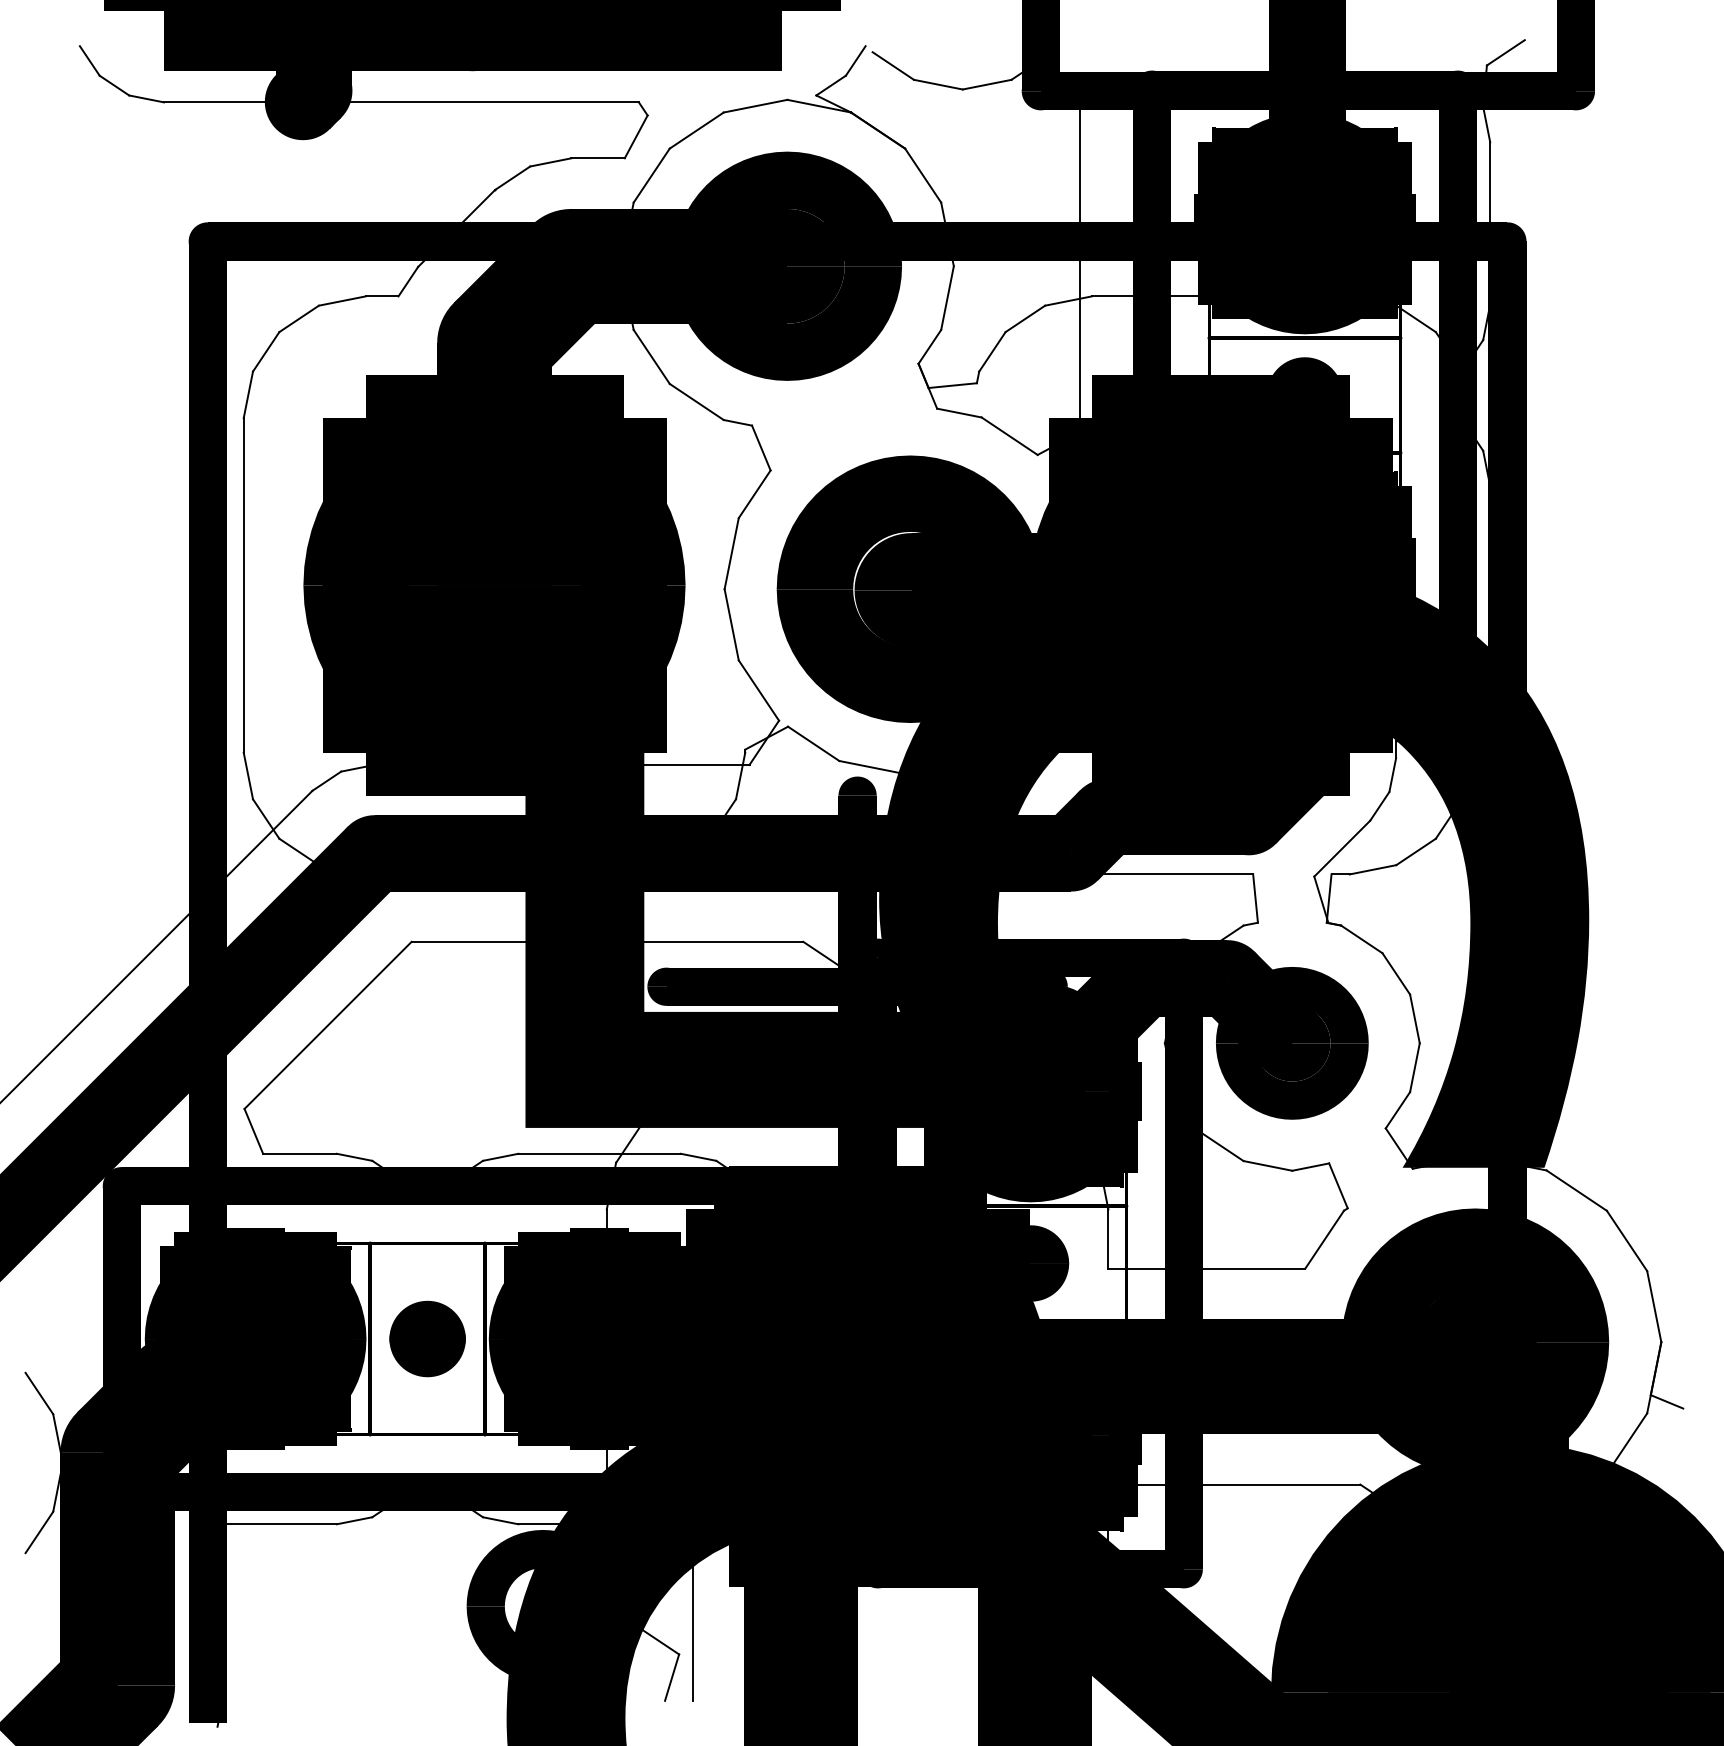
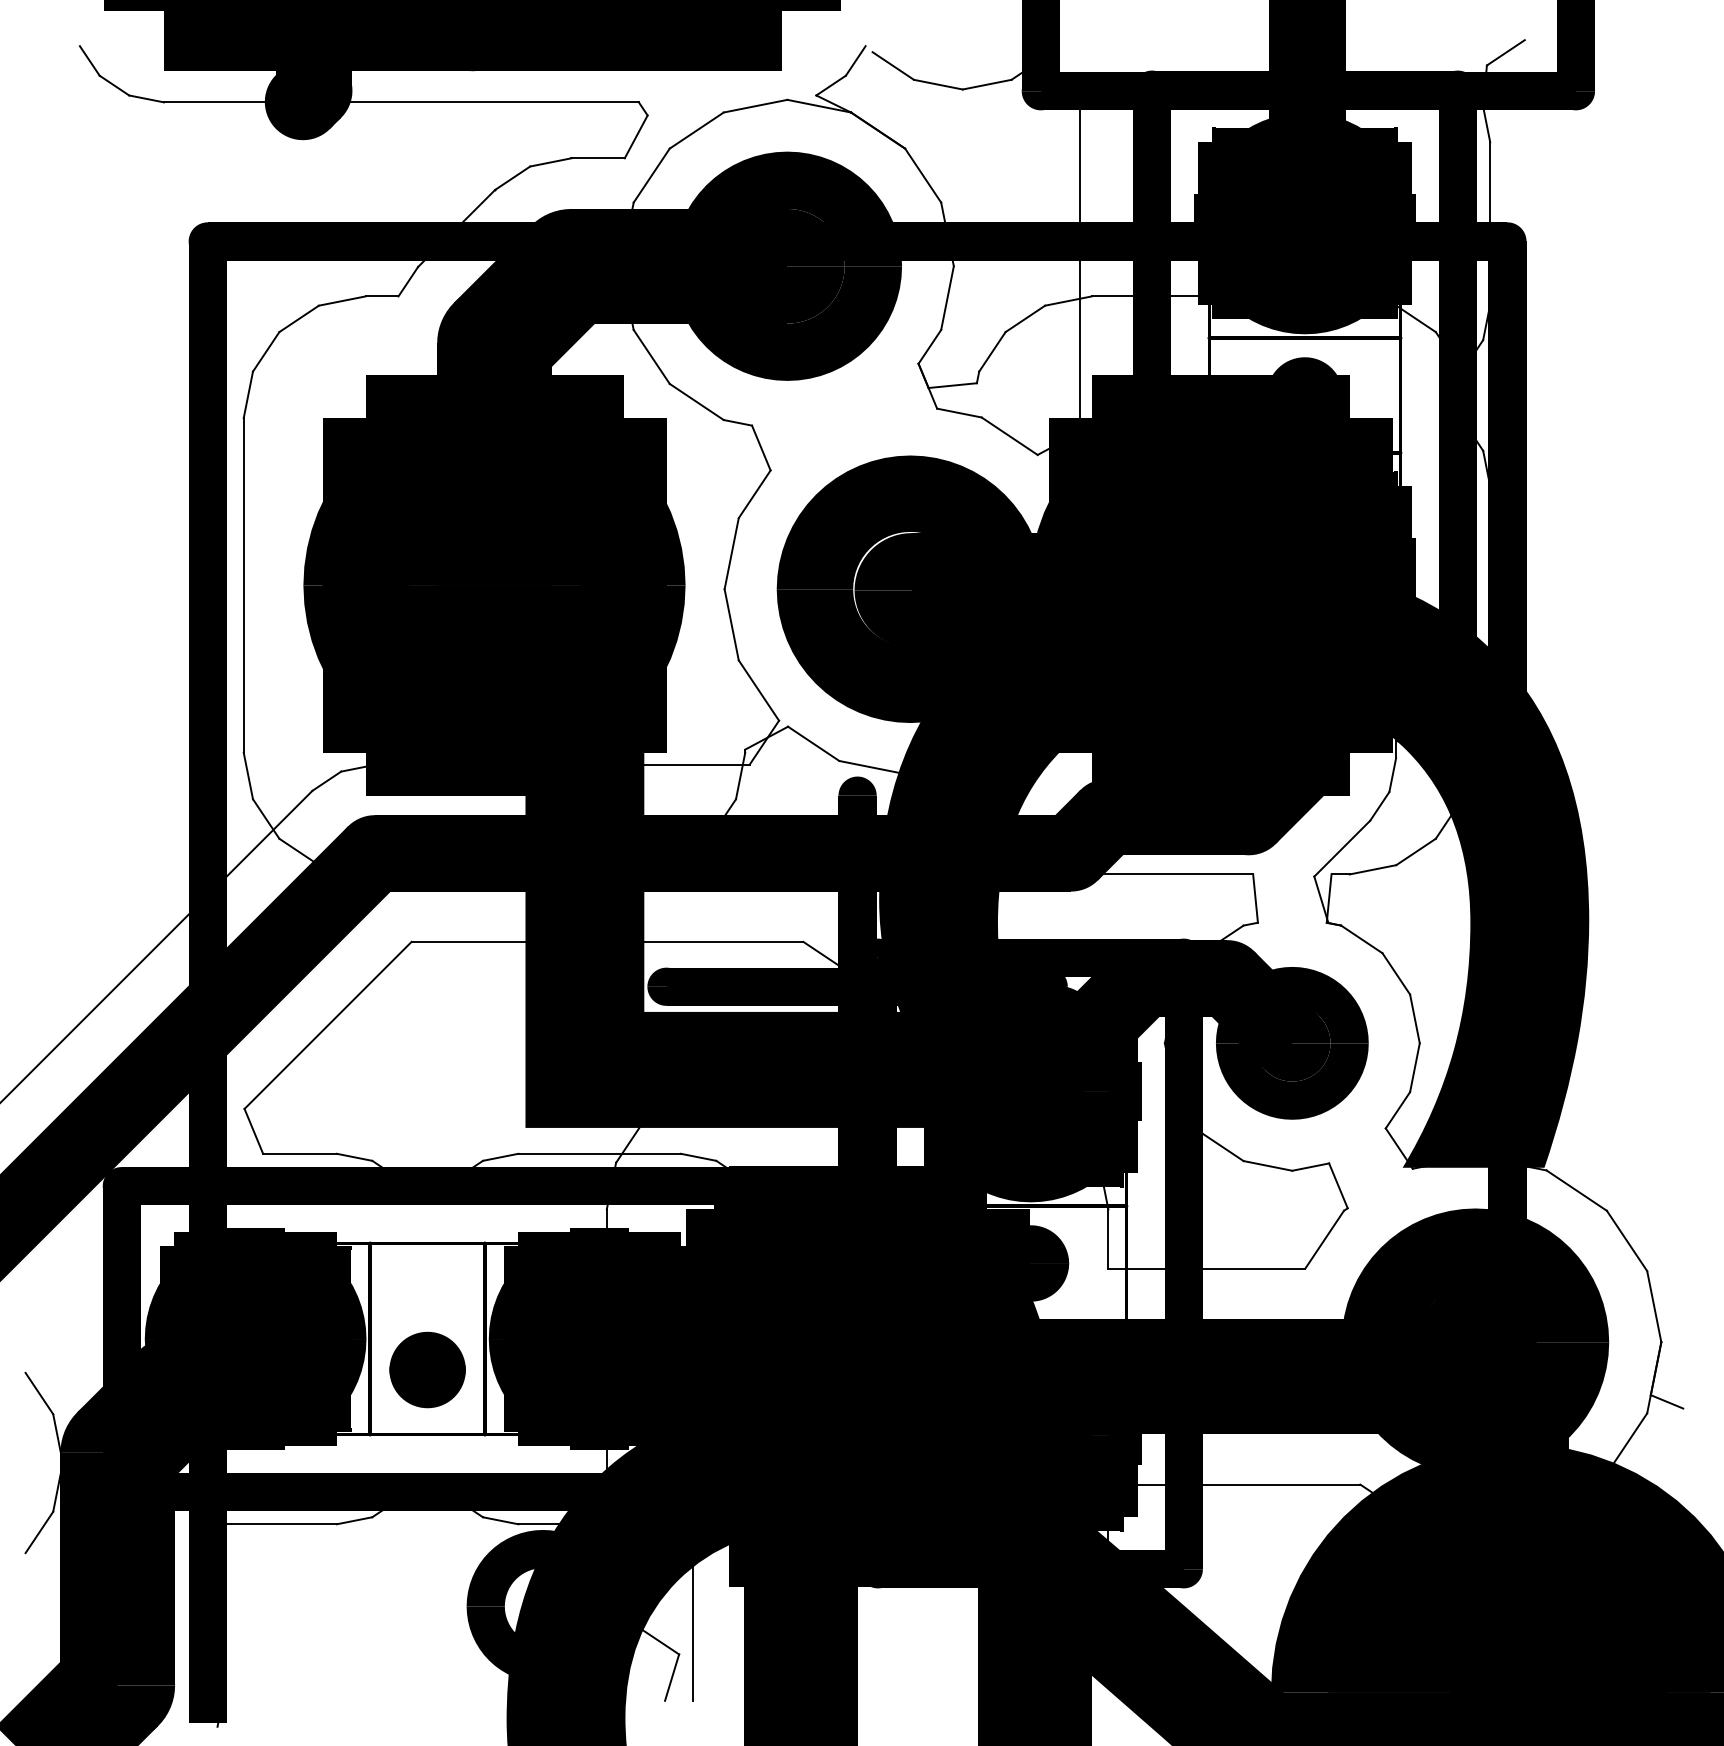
part at (427, 1338) position: (427, 1338) -> (427, 1369)
